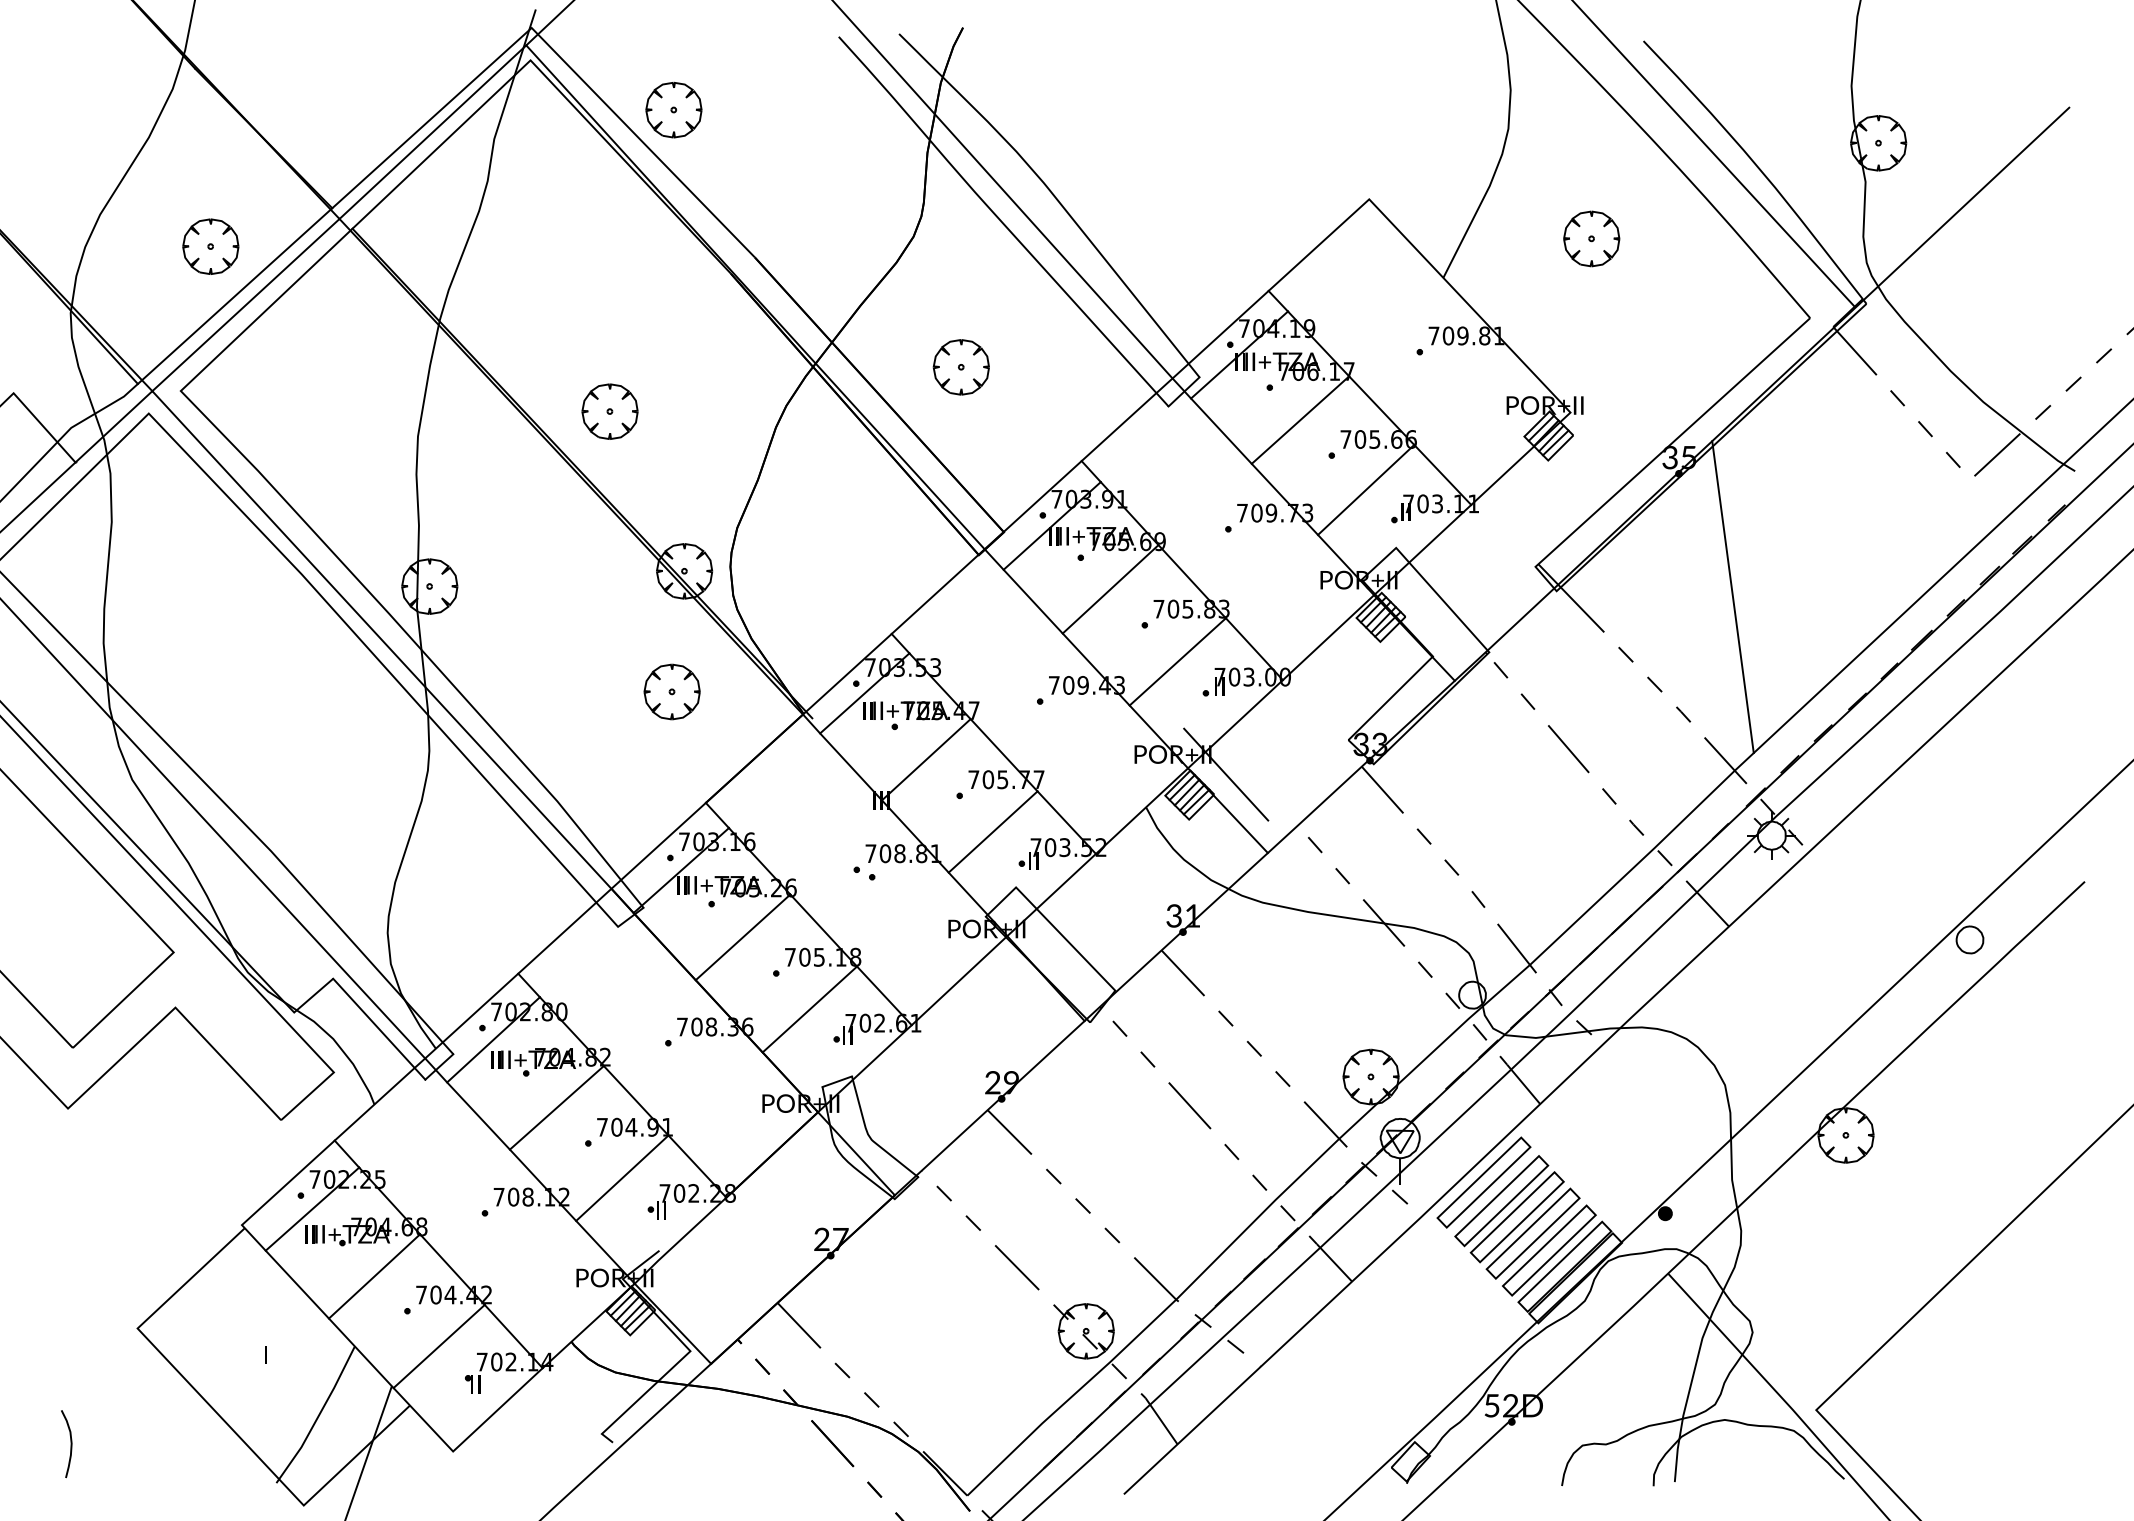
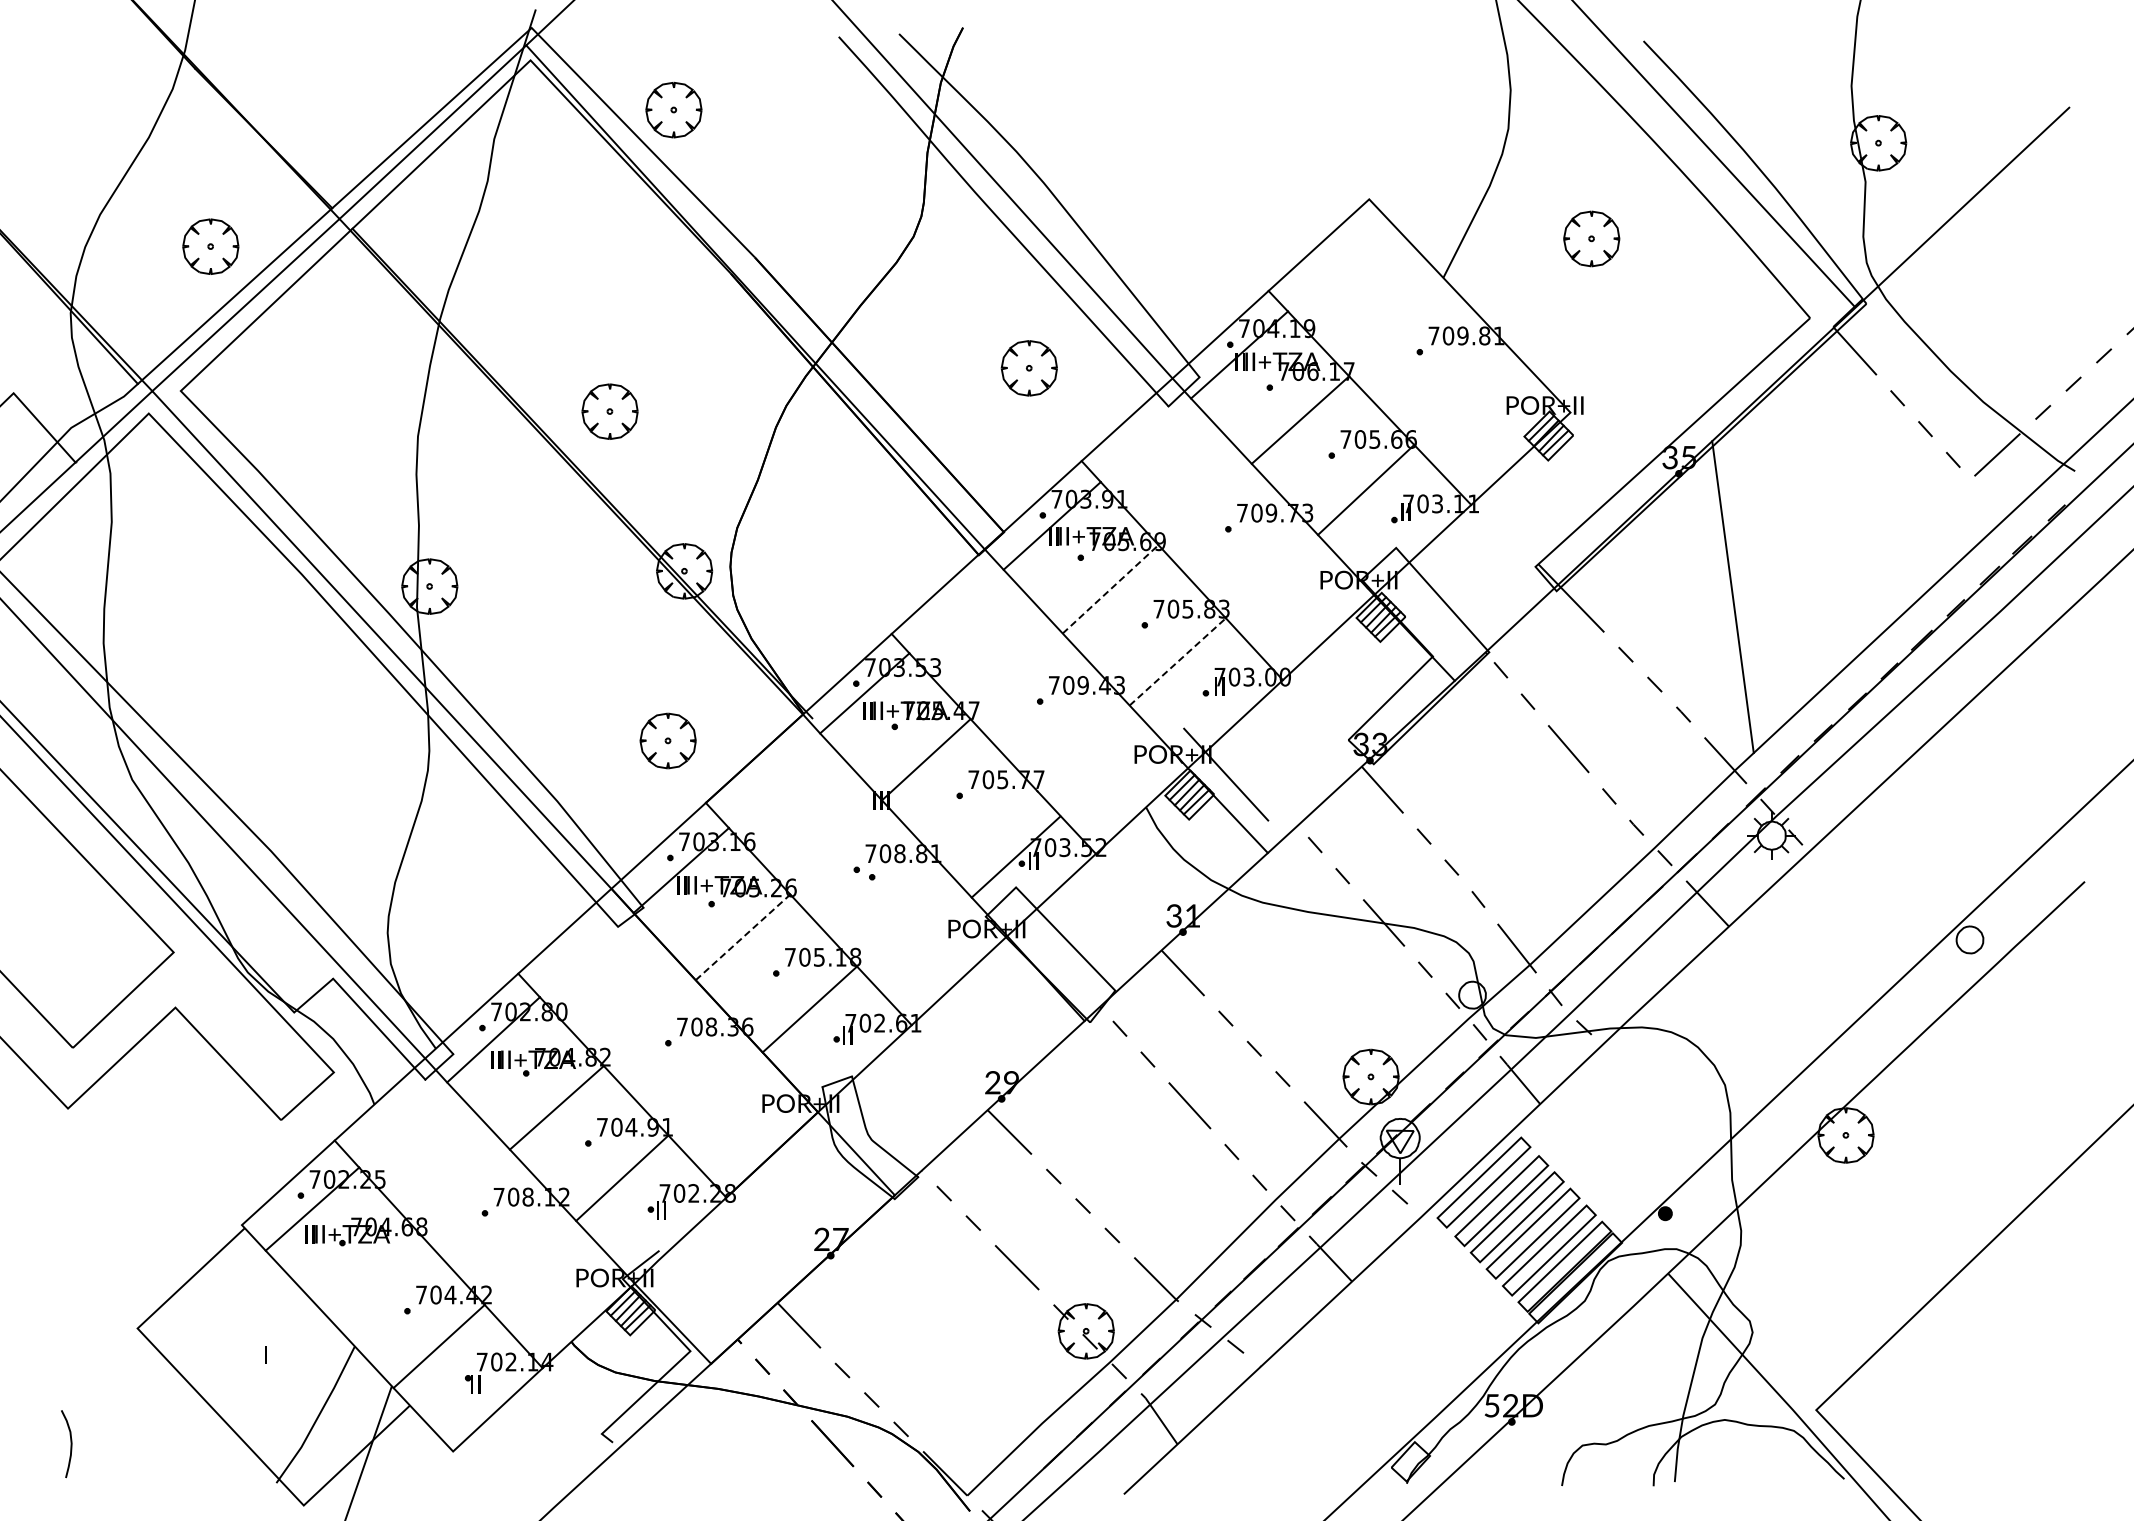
part at (960, 367) position: (960, 367) -> (1028, 368)
line at (1110, 588): solid -> dashed
line at (1177, 661): solid -> dashed
part at (671, 691) position: (671, 691) -> (667, 740)
line at (992, 831) position: (992, 831) -> (1015, 856)
line at (743, 937): solid -> dashed
line at (374, 1276): present -> none
